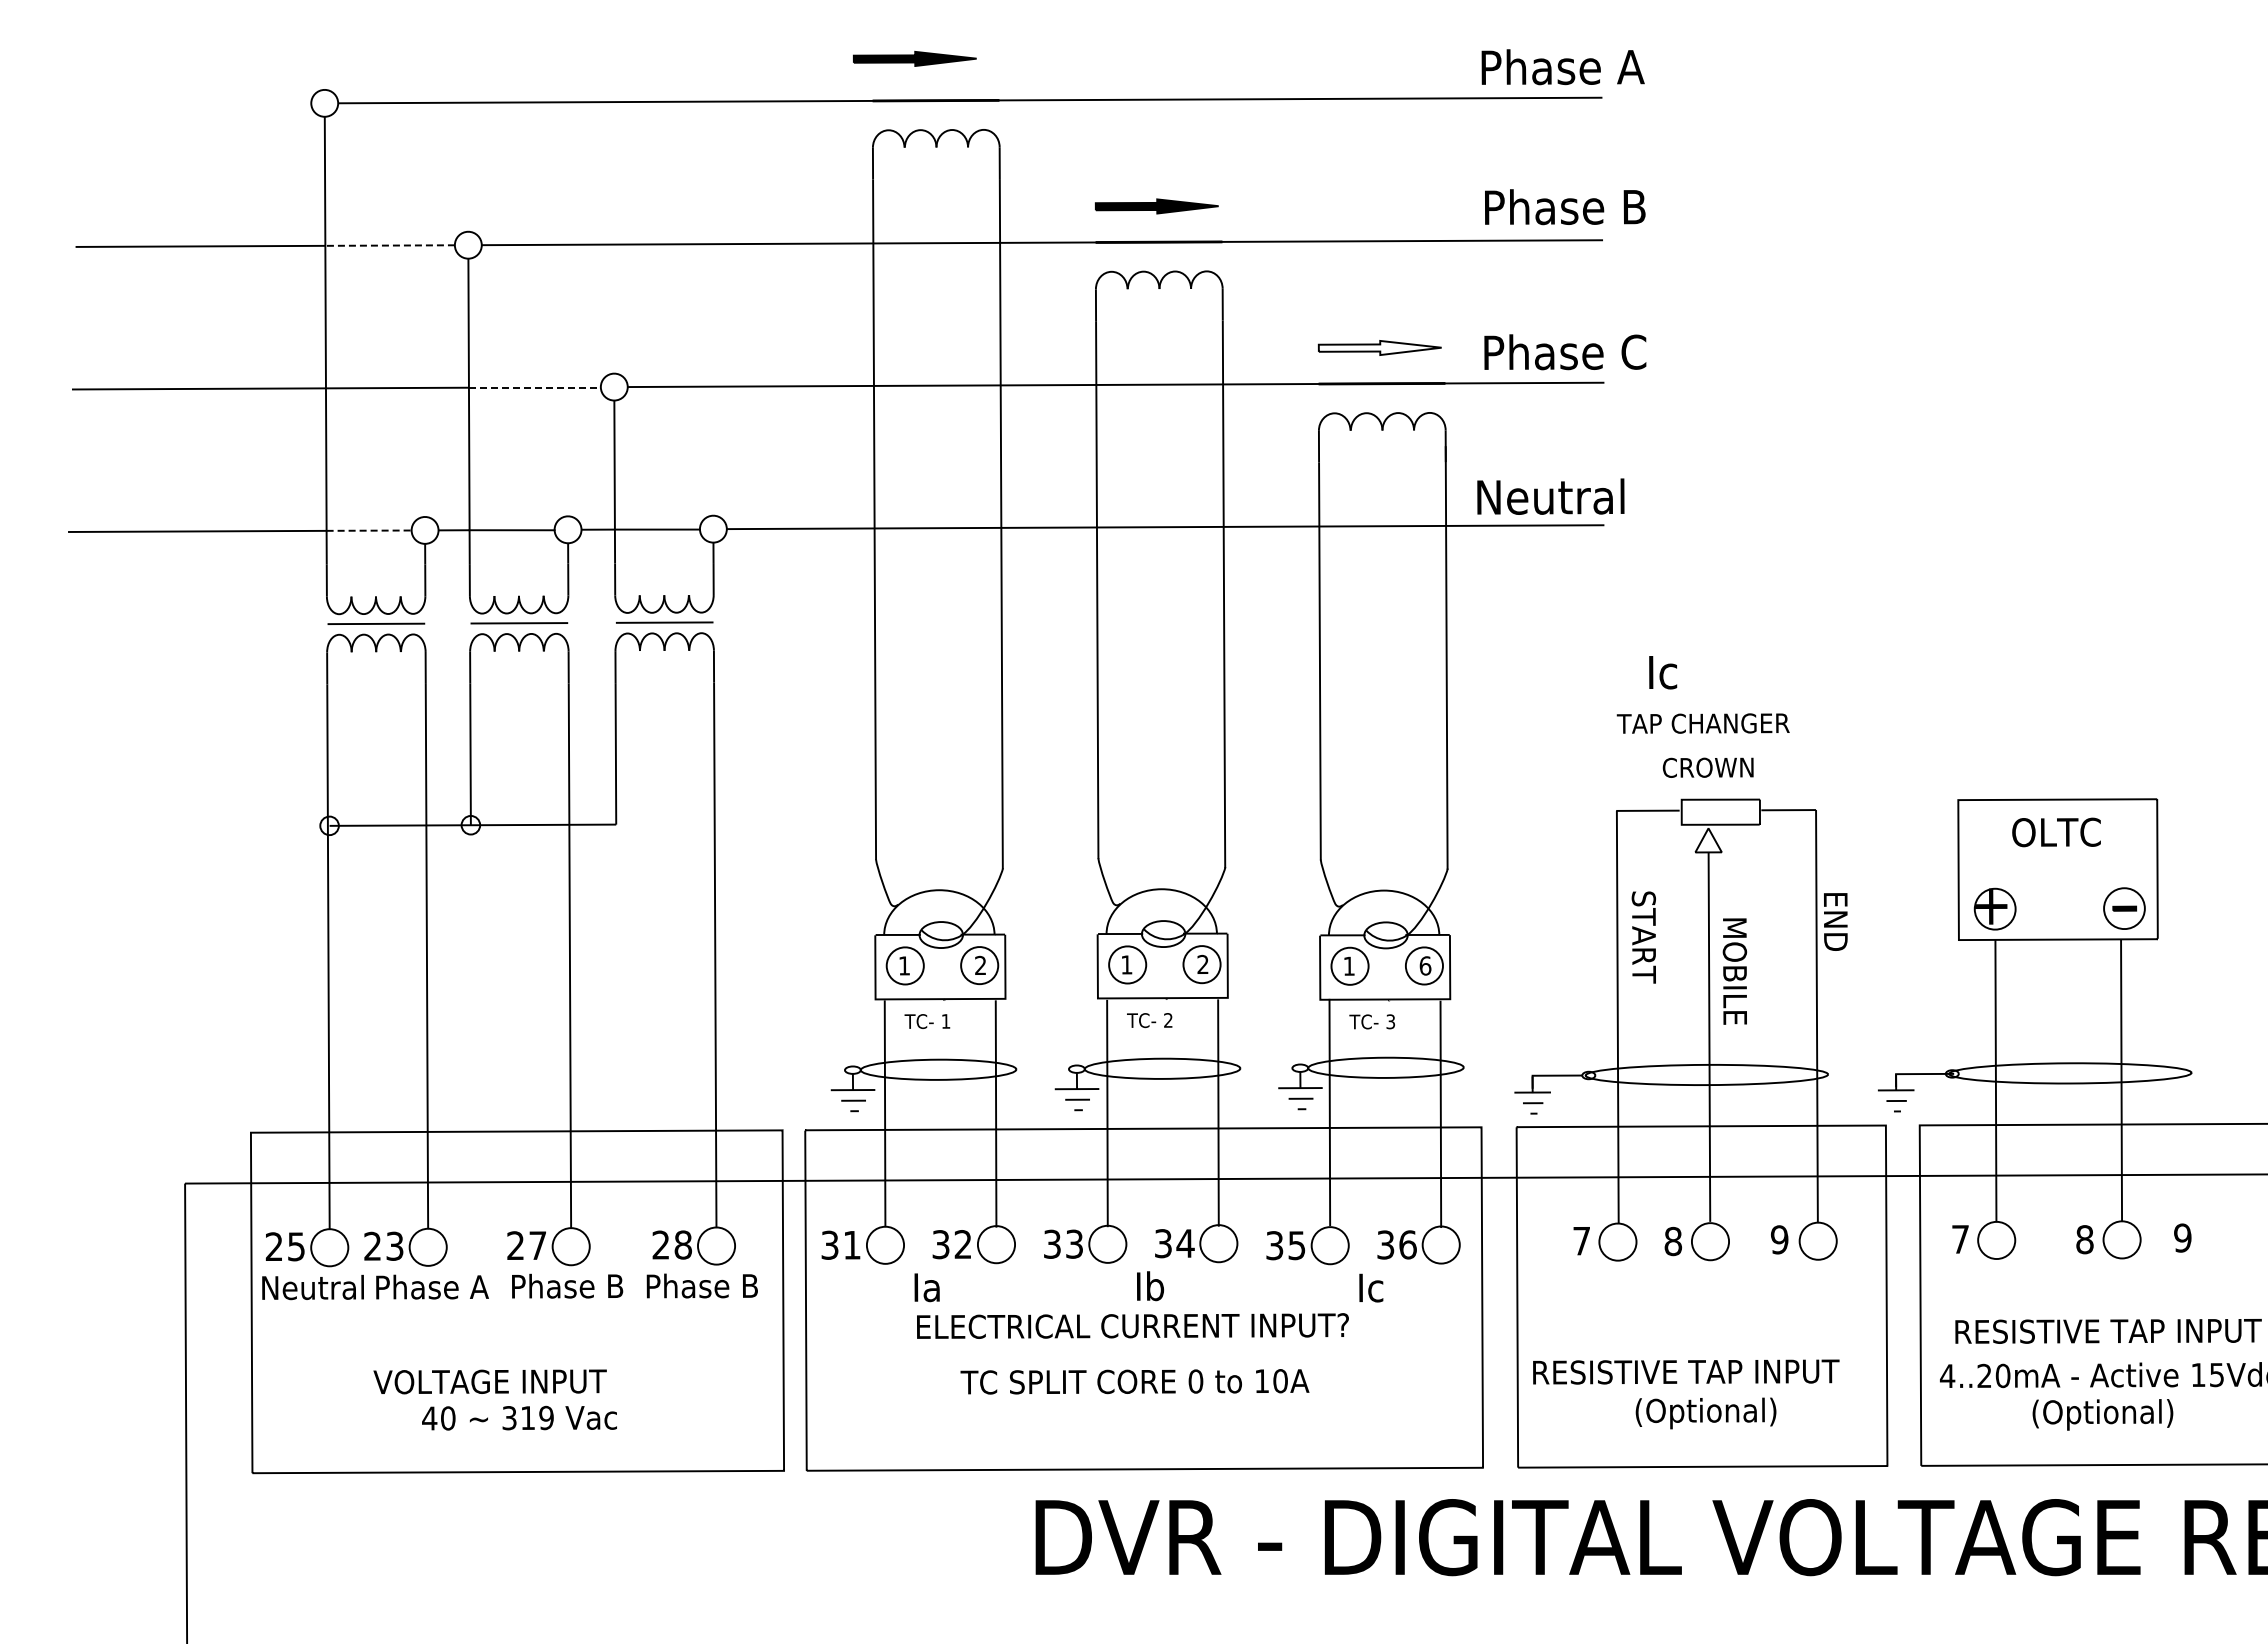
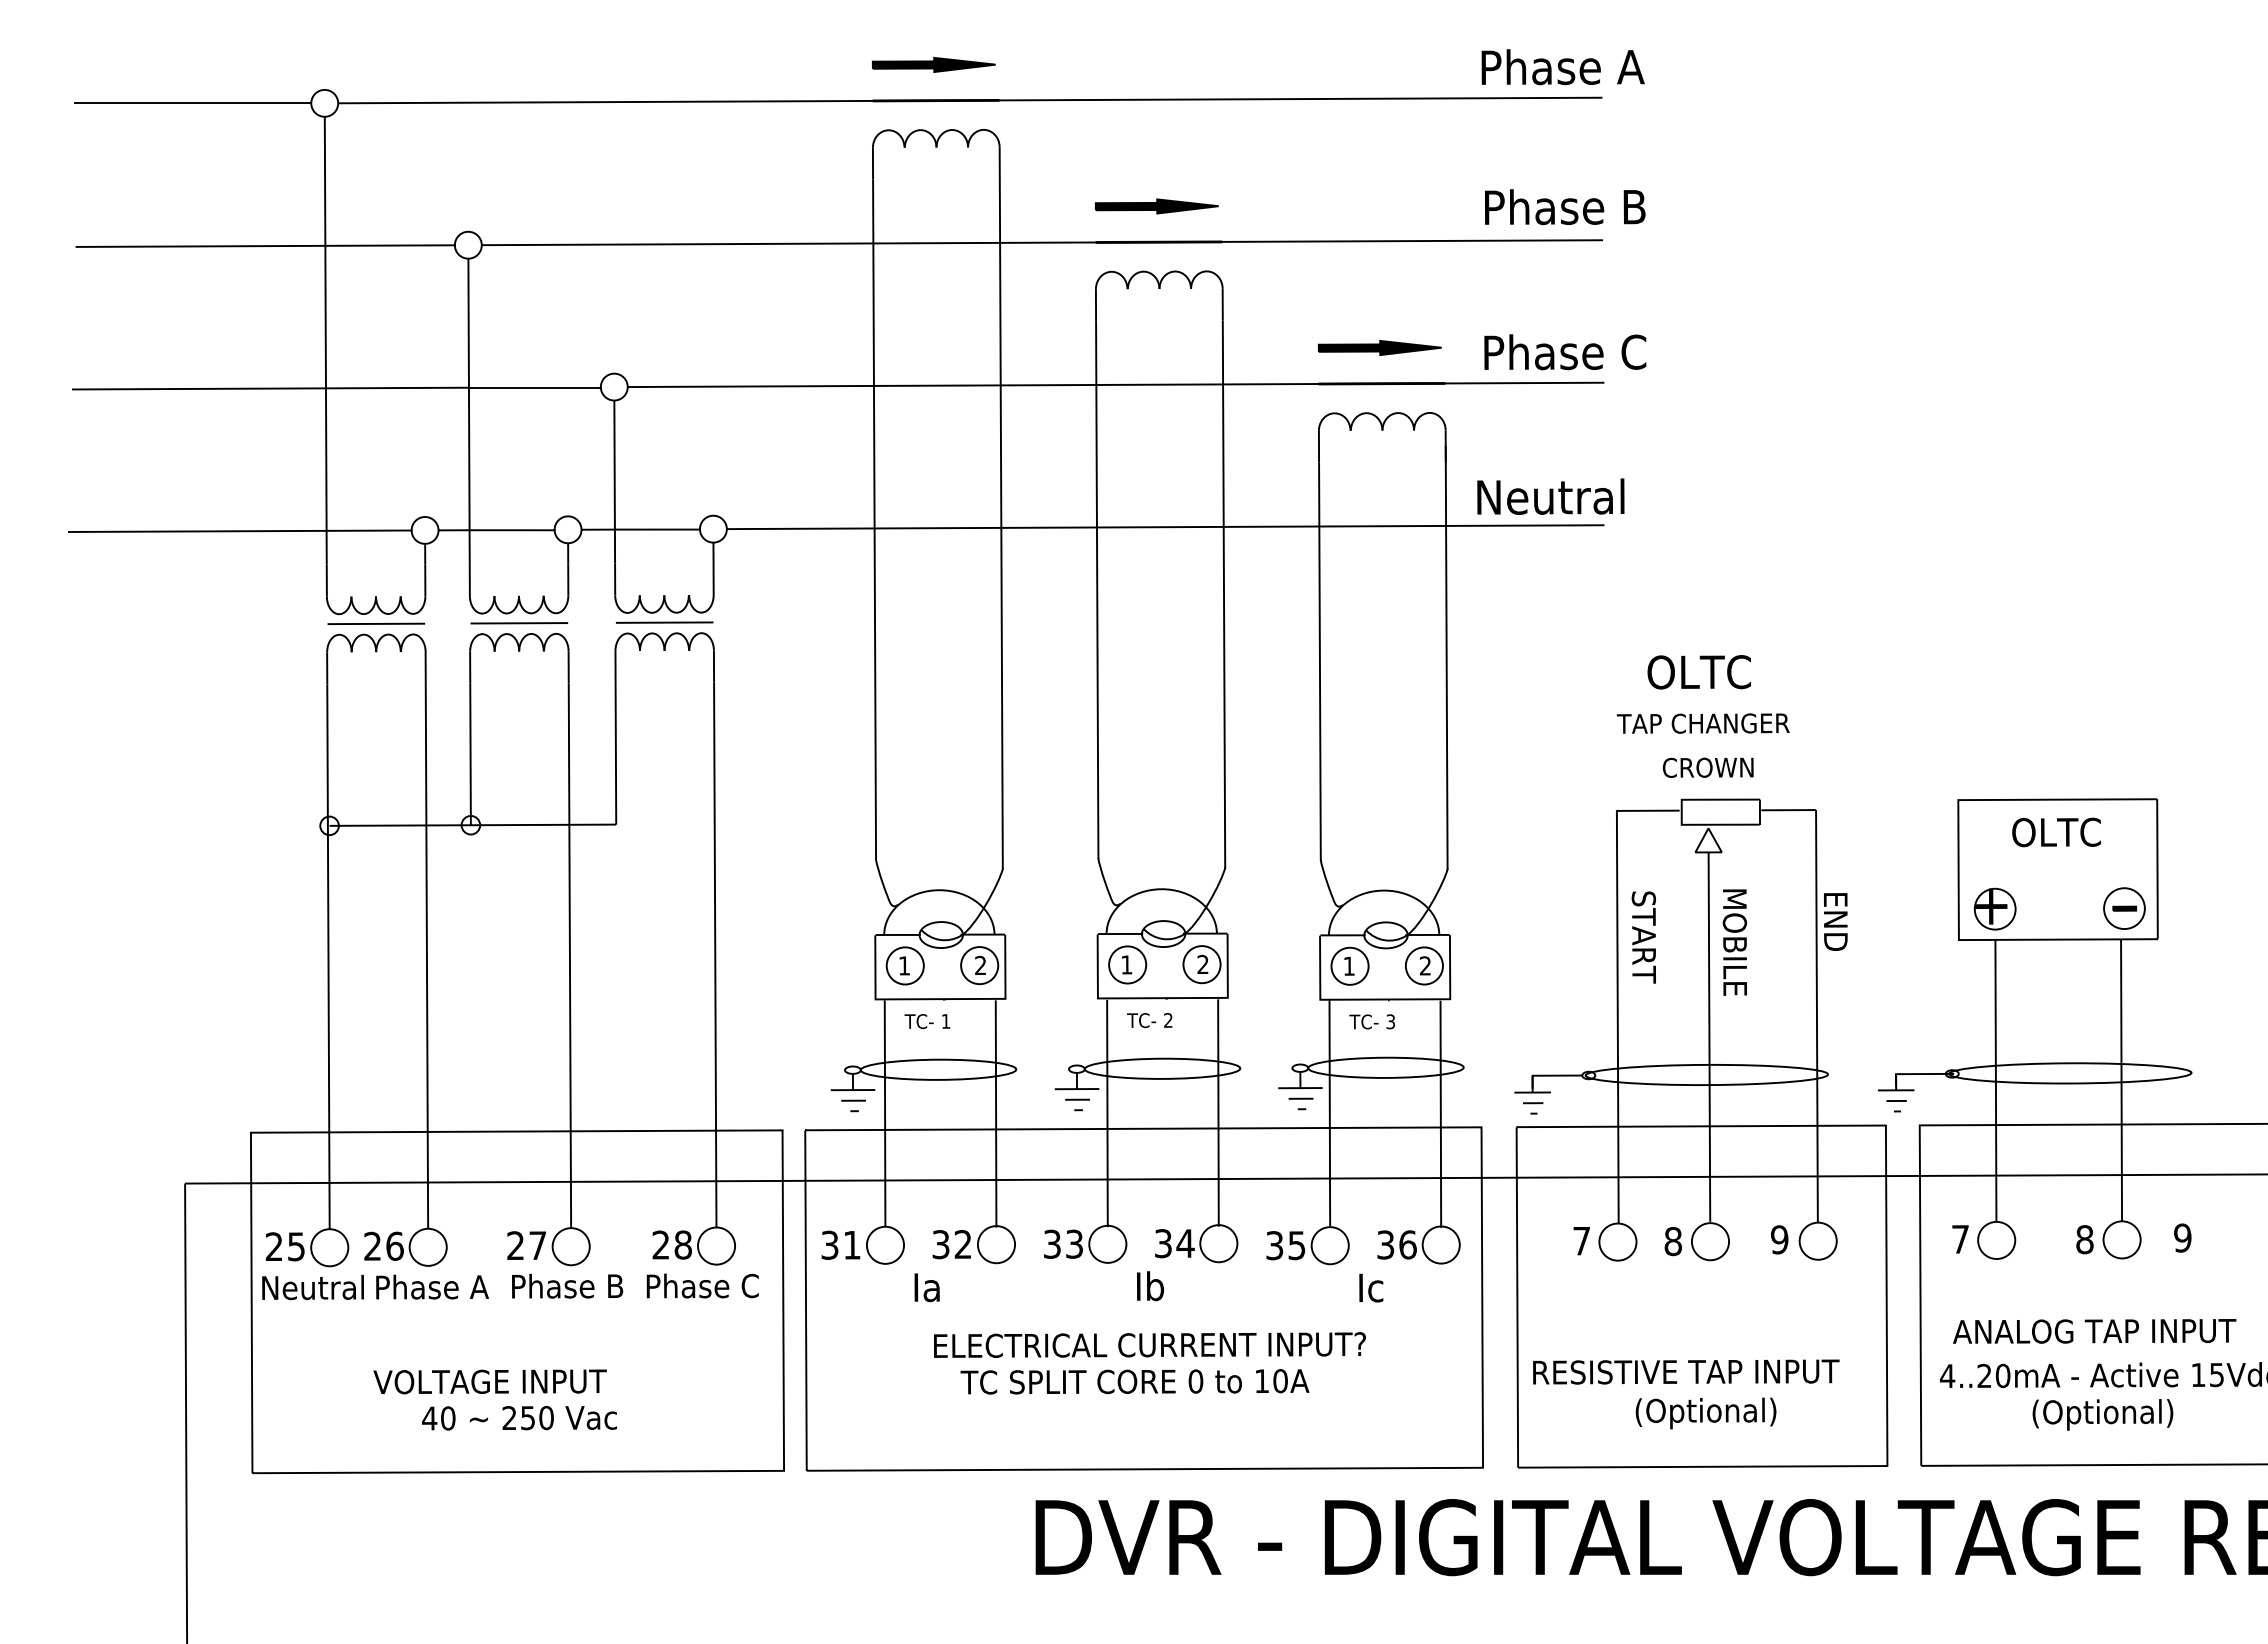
part at (914, 58) position: (914, 58) -> (933, 64)
line at (193, 103): none -> present
line at (390, 245): dashed -> solid
fill at (1379, 347): none -> present
line at (534, 387): dashed -> solid
line at (369, 530): dashed -> solid
text at (1699, 672): Ic -> OLTC
text at (1425, 965): 6 -> 2
text at (1734, 971) position: (1734, 971) -> (1734, 942)
text at (394, 1245): 23 -> 26
text at (749, 1285): Phase B -> Phase C
text at (1132, 1325) position: (1132, 1325) -> (1149, 1344)
text at (2107, 1330): RESISTIVE TAP INPUT -> ANALOG TAP INPUT
text at (527, 1418): 319 -> 250
